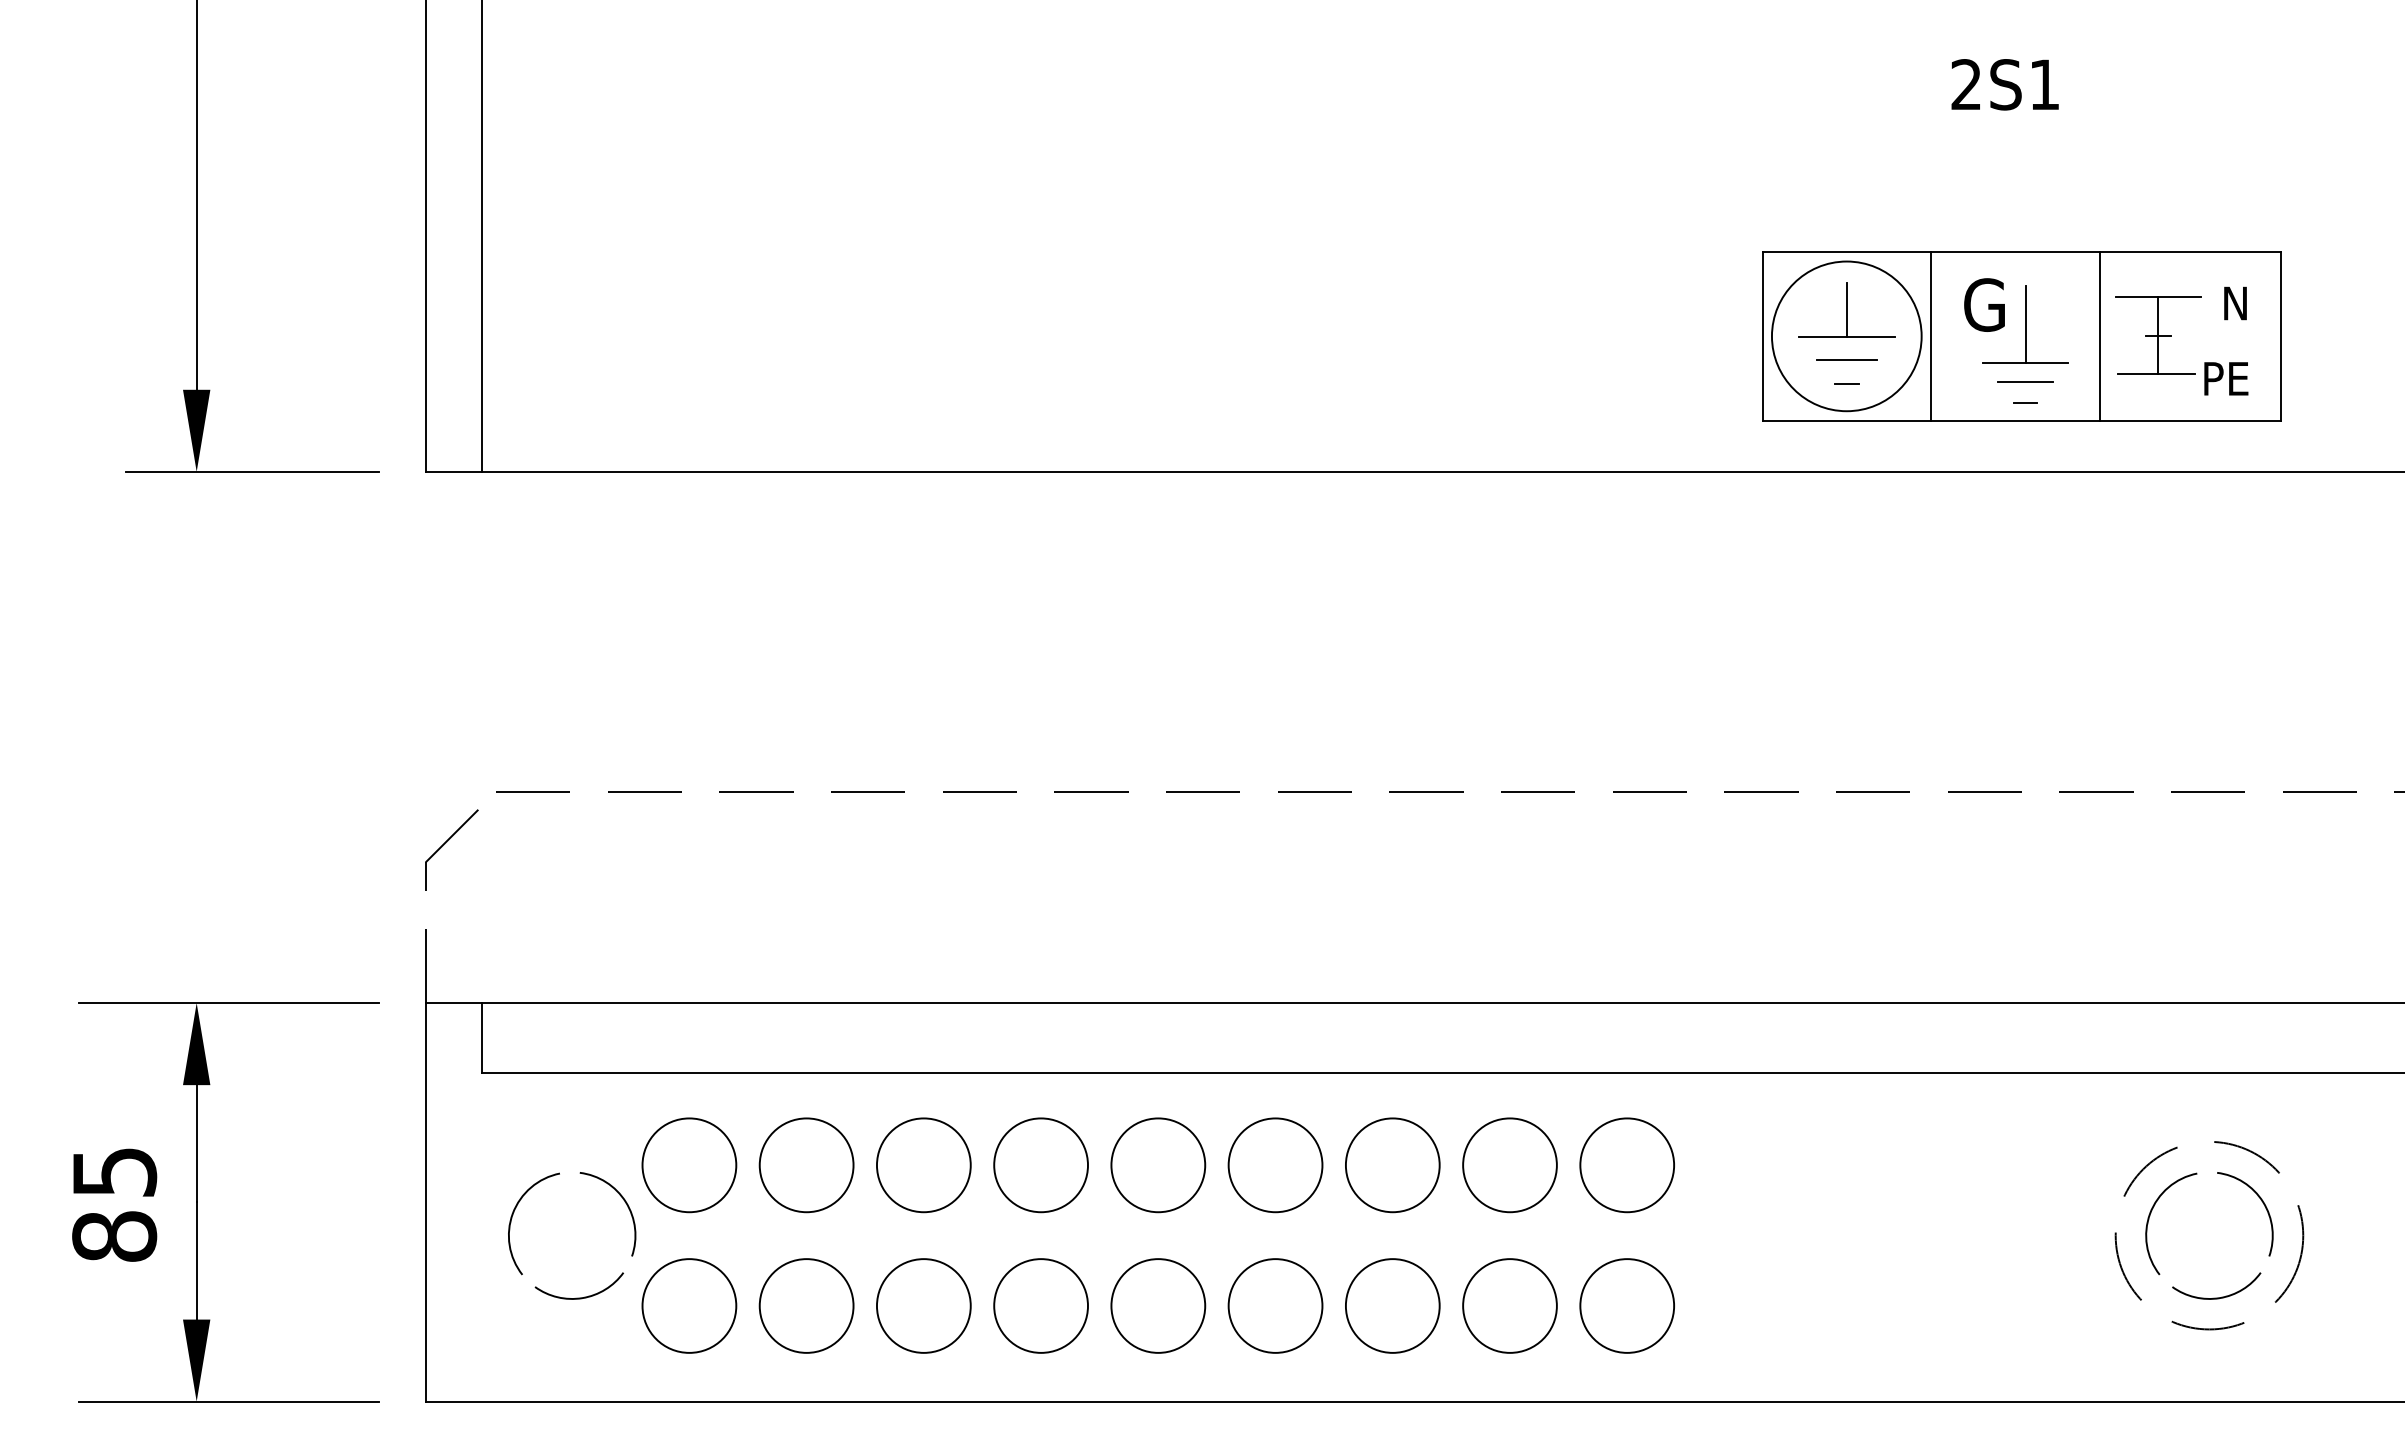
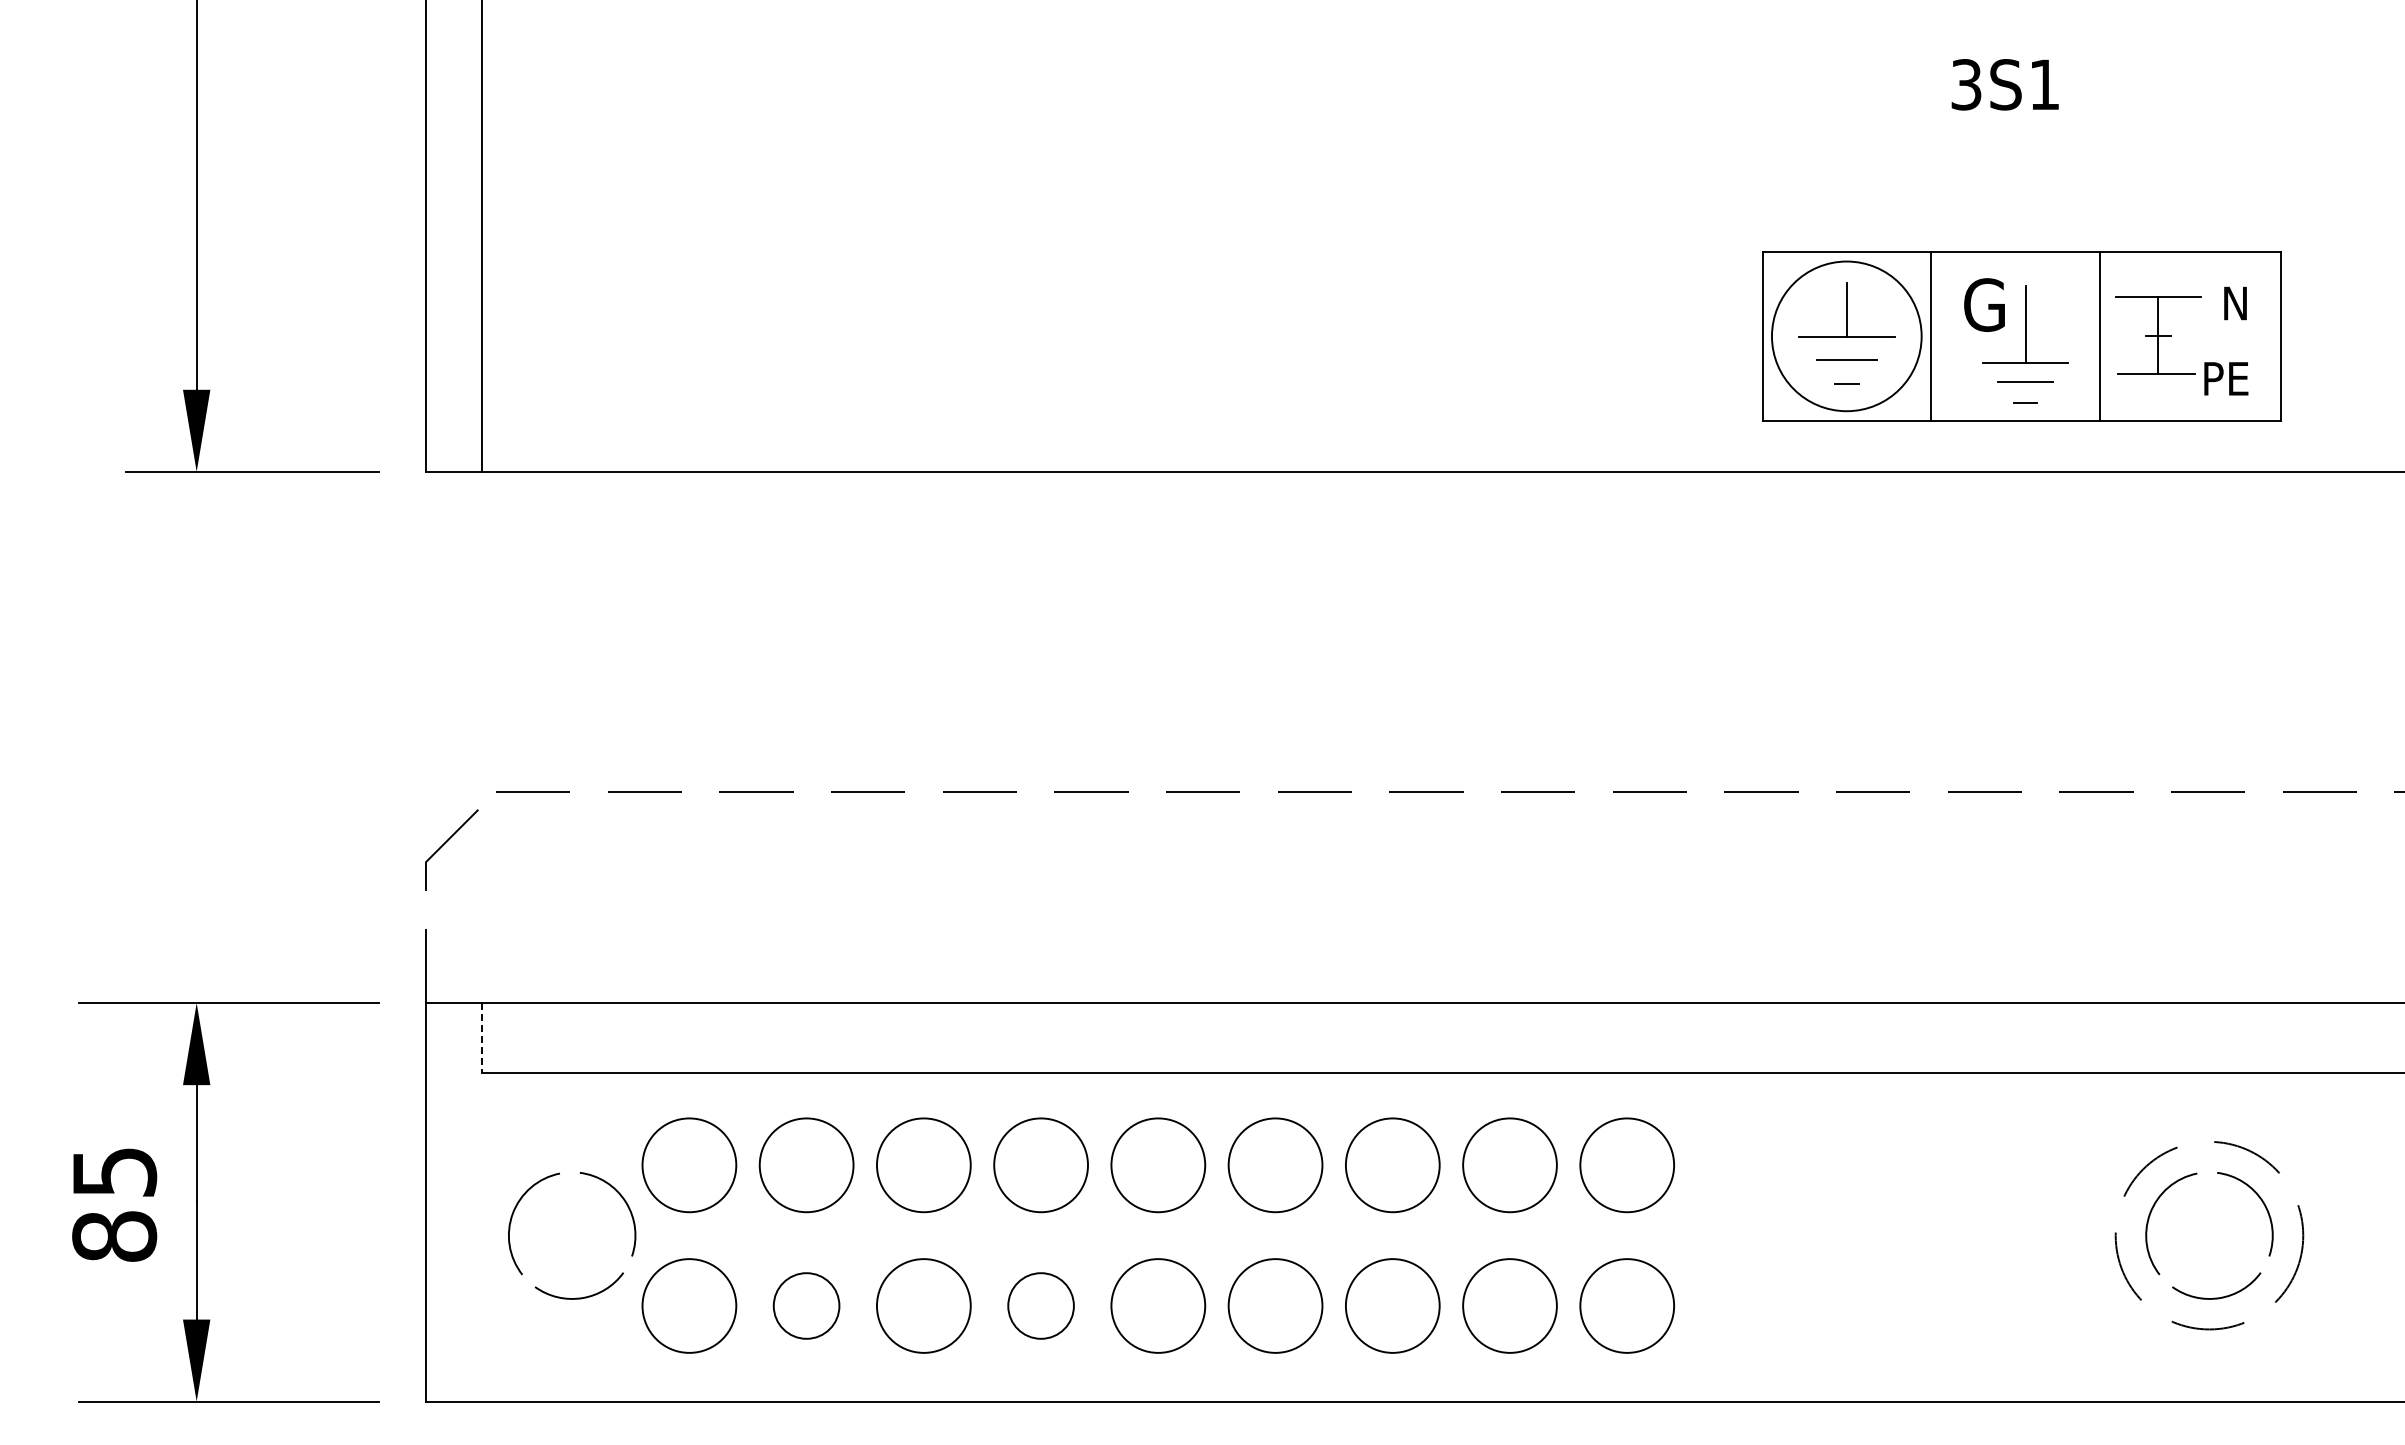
text at (1966, 84): 2S1 -> 3S1
line at (481, 1038): solid -> dashed
circle at (806, 1305) size: 97x96 px -> 69x68 px
circle at (1040, 1305) diameter: 94 px -> 66 px
